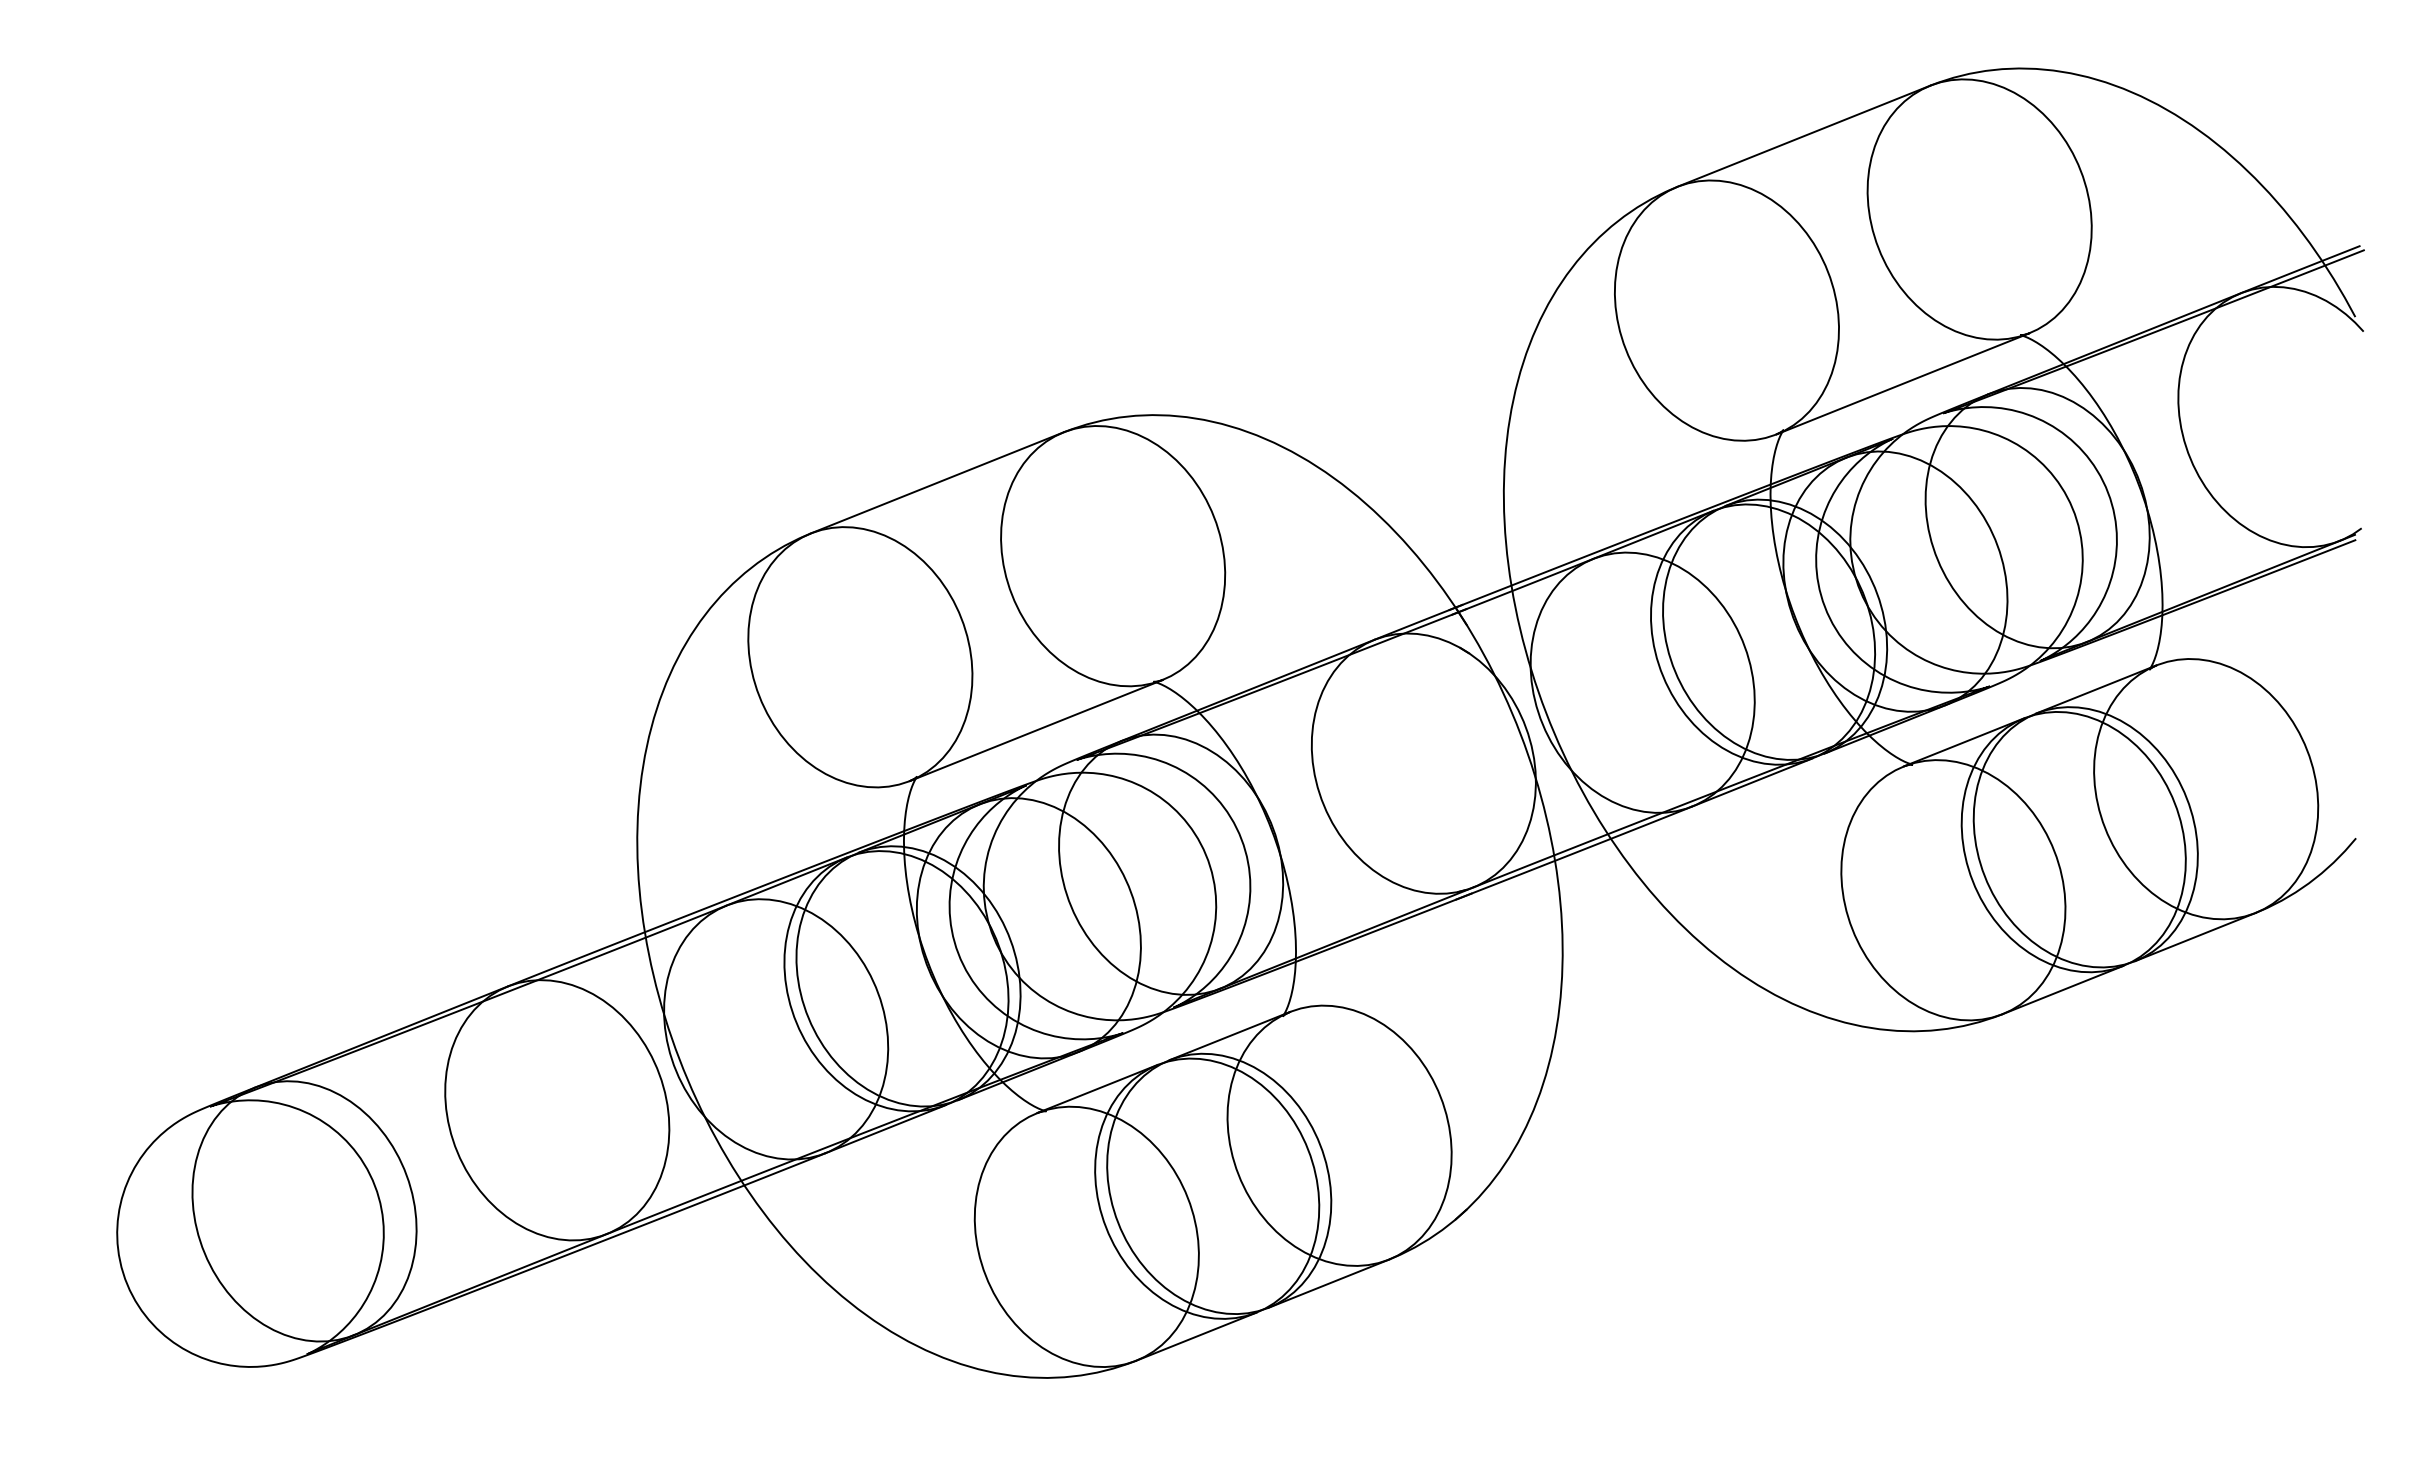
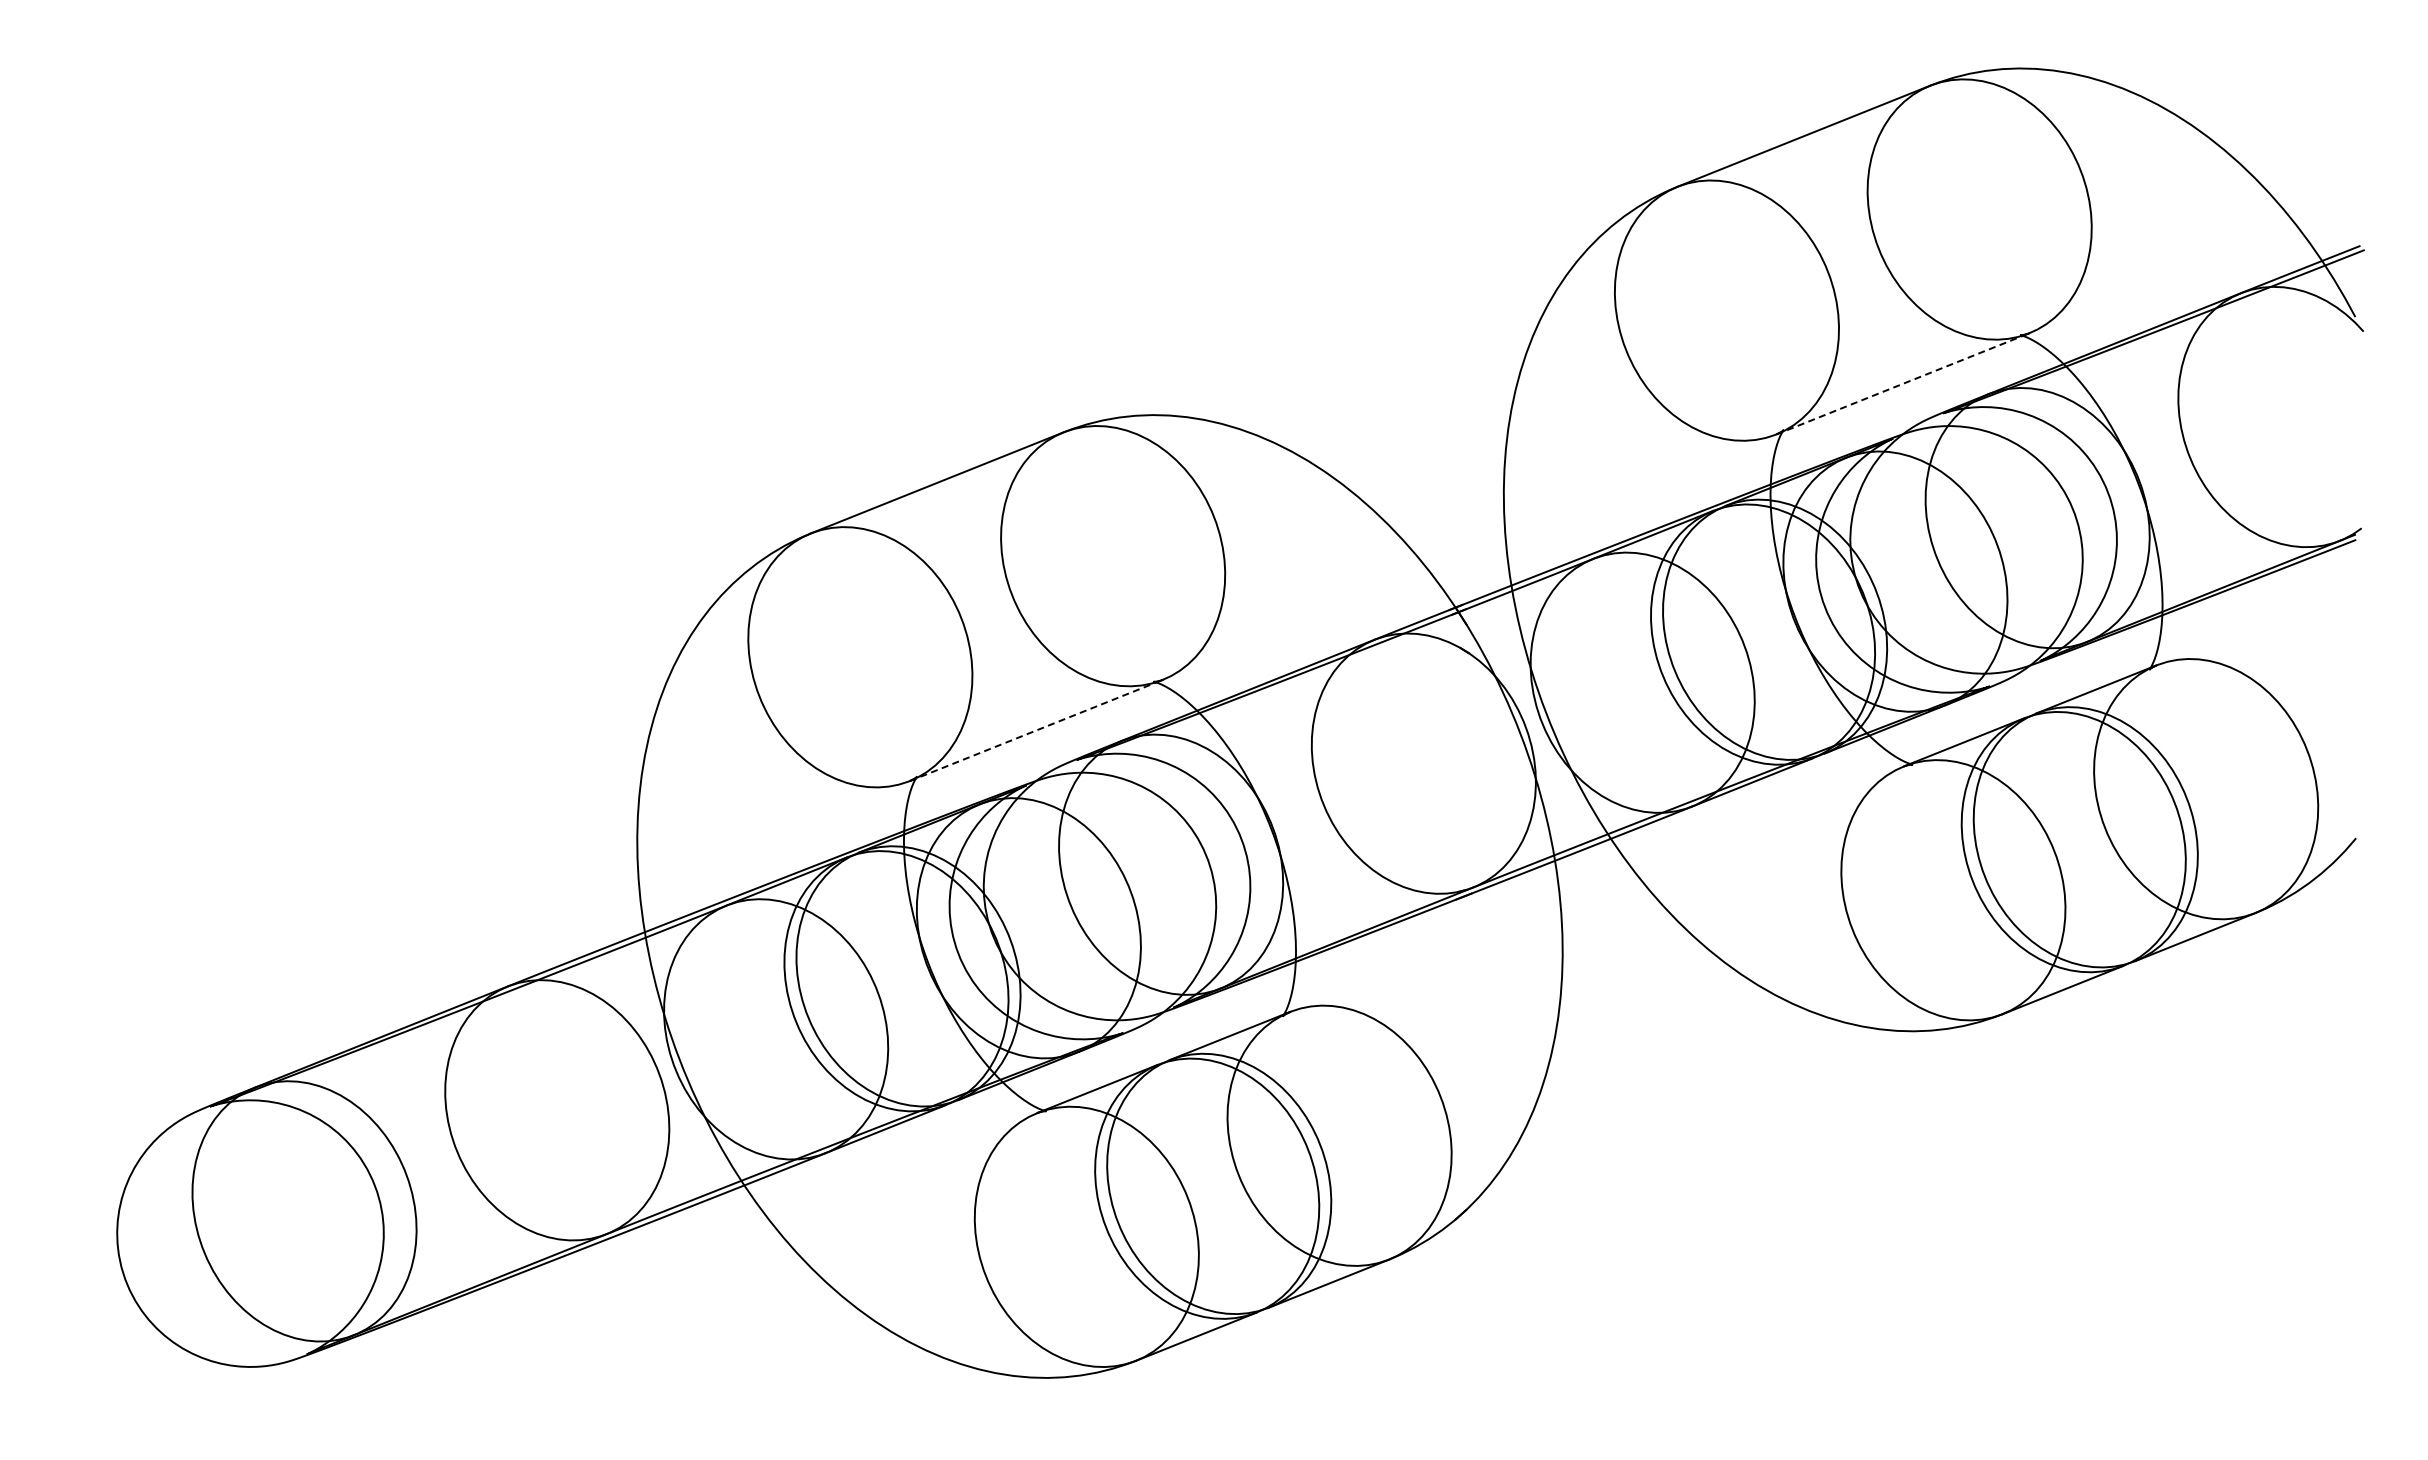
line at (1903, 383): solid -> dashed
line at (1036, 730): solid -> dashed
